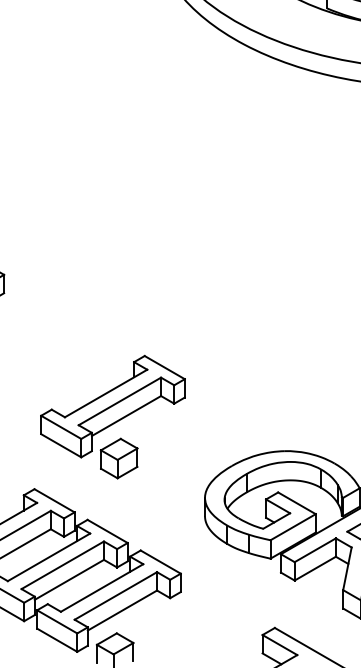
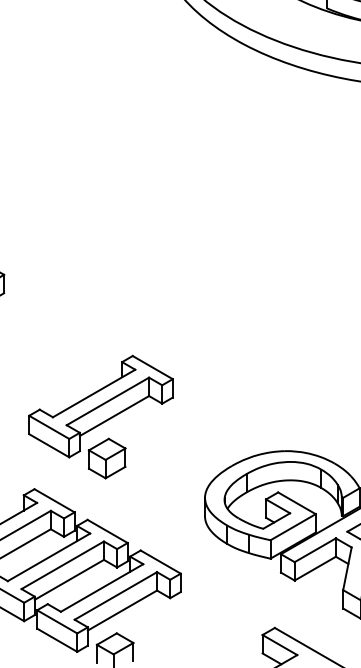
part at (112, 416) position: (112, 416) -> (100, 416)
